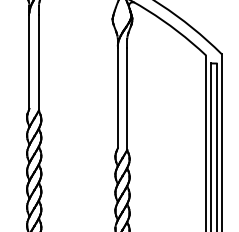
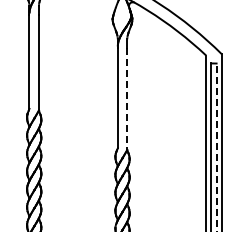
line at (127, 98): solid -> dashed
line at (216, 147): solid -> dashed
